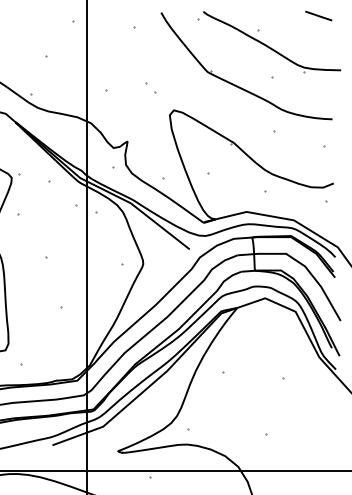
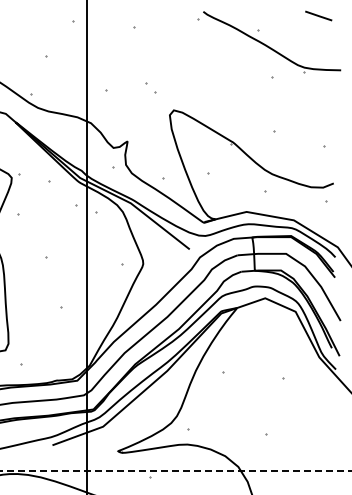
part at (237, 85): present -> none
line at (176, 471): solid -> dashed
